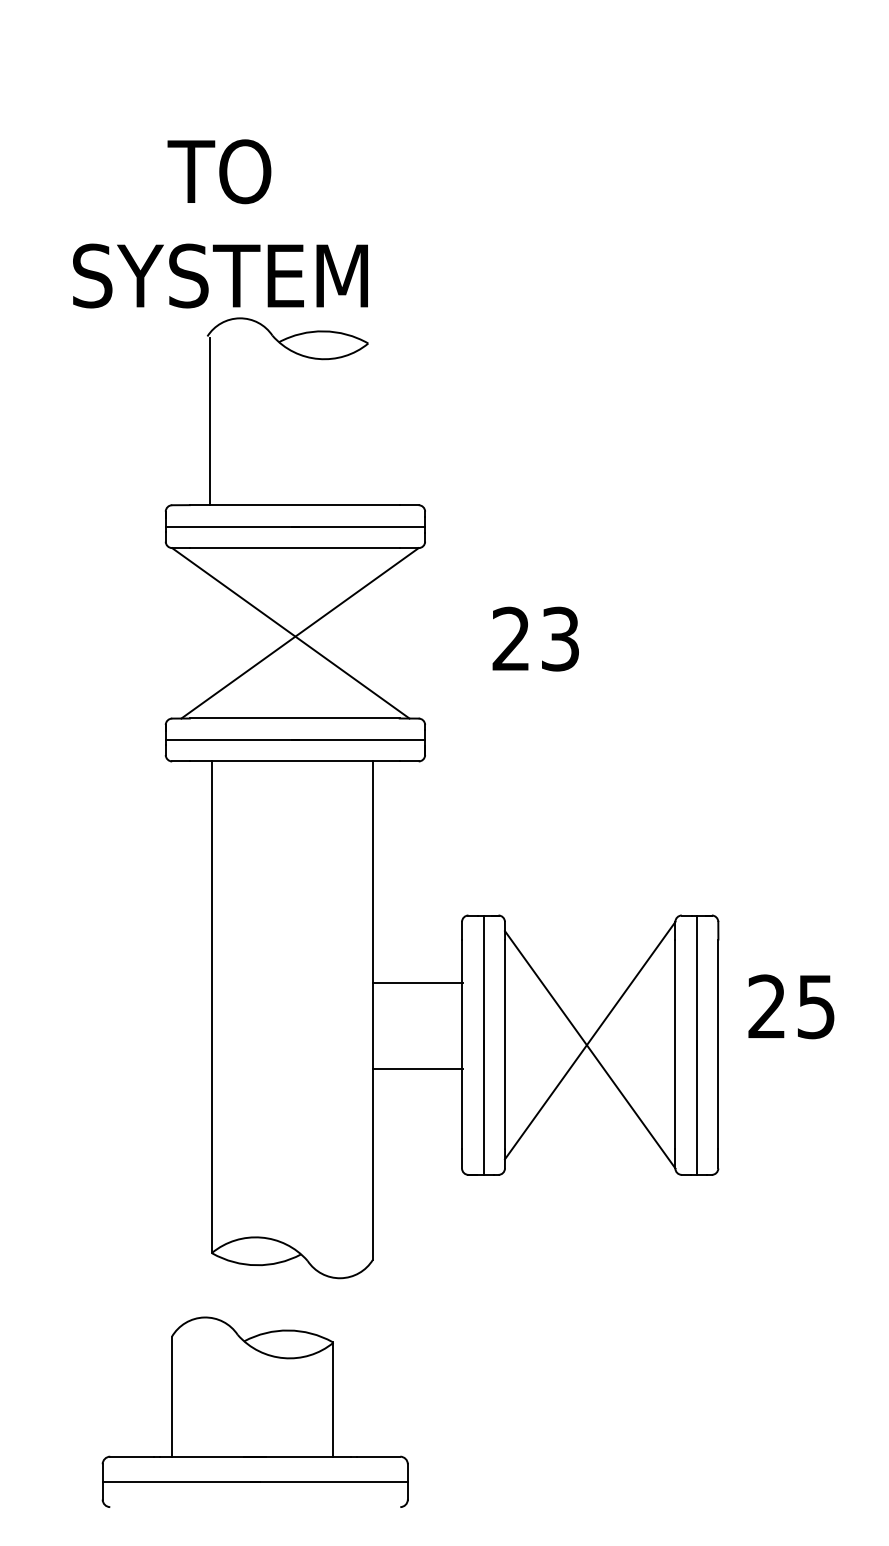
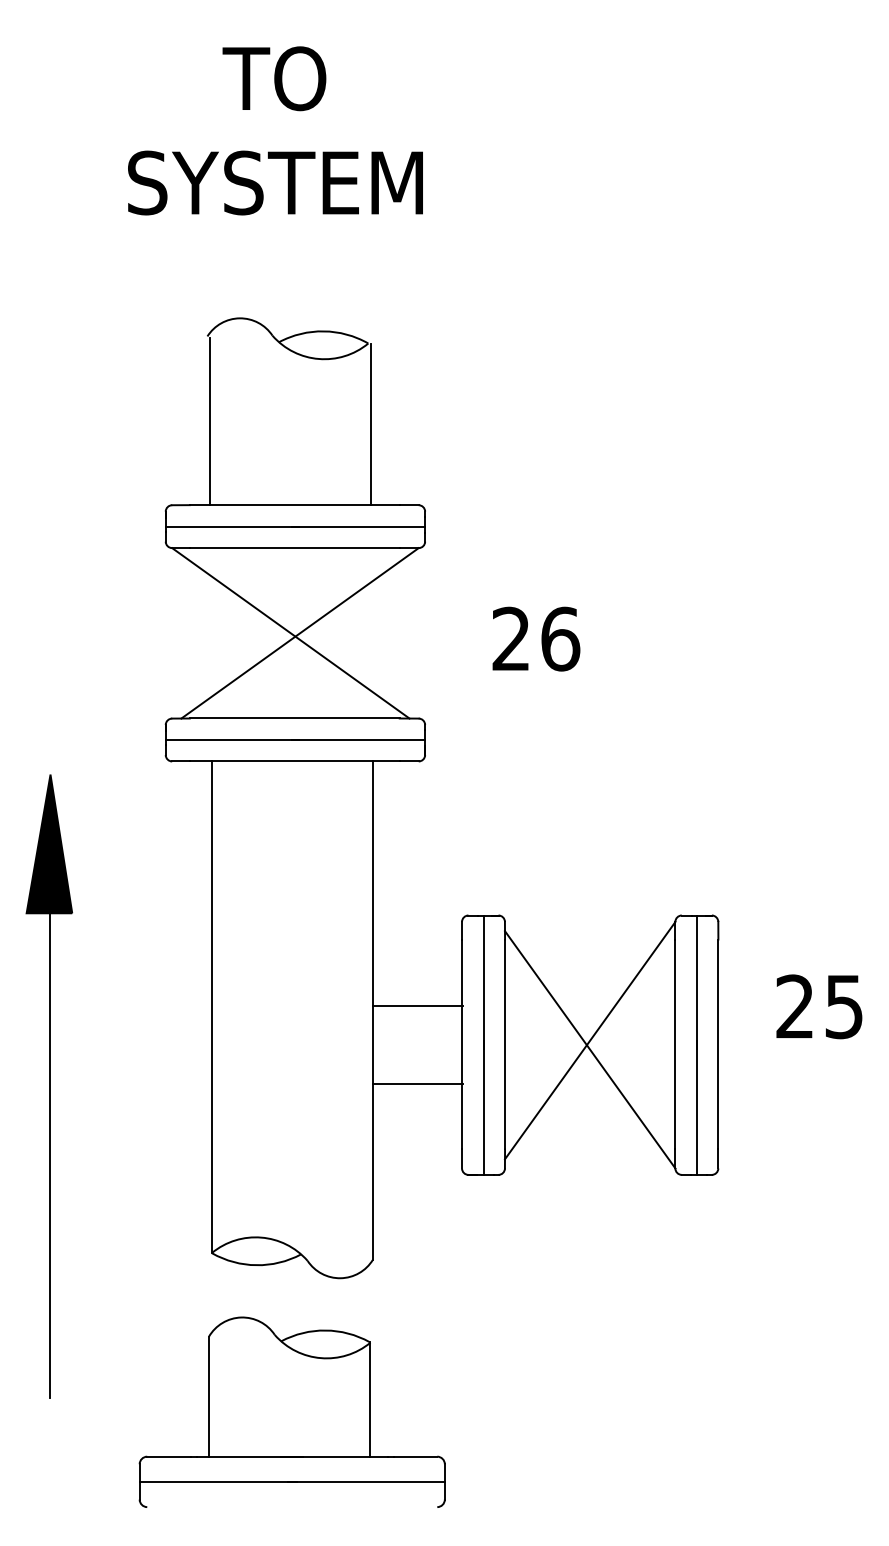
text at (220, 223) position: (220, 223) -> (275, 130)
line at (371, 424): none -> present
text at (560, 638): 23 -> 26
line at (417, 983) position: (417, 983) -> (417, 1006)
text at (791, 1006) position: (791, 1006) -> (819, 1006)
line at (417, 1069) position: (417, 1069) -> (417, 1084)
part at (48, 1086): none -> present
part at (254, 1411) position: (254, 1411) -> (291, 1411)
